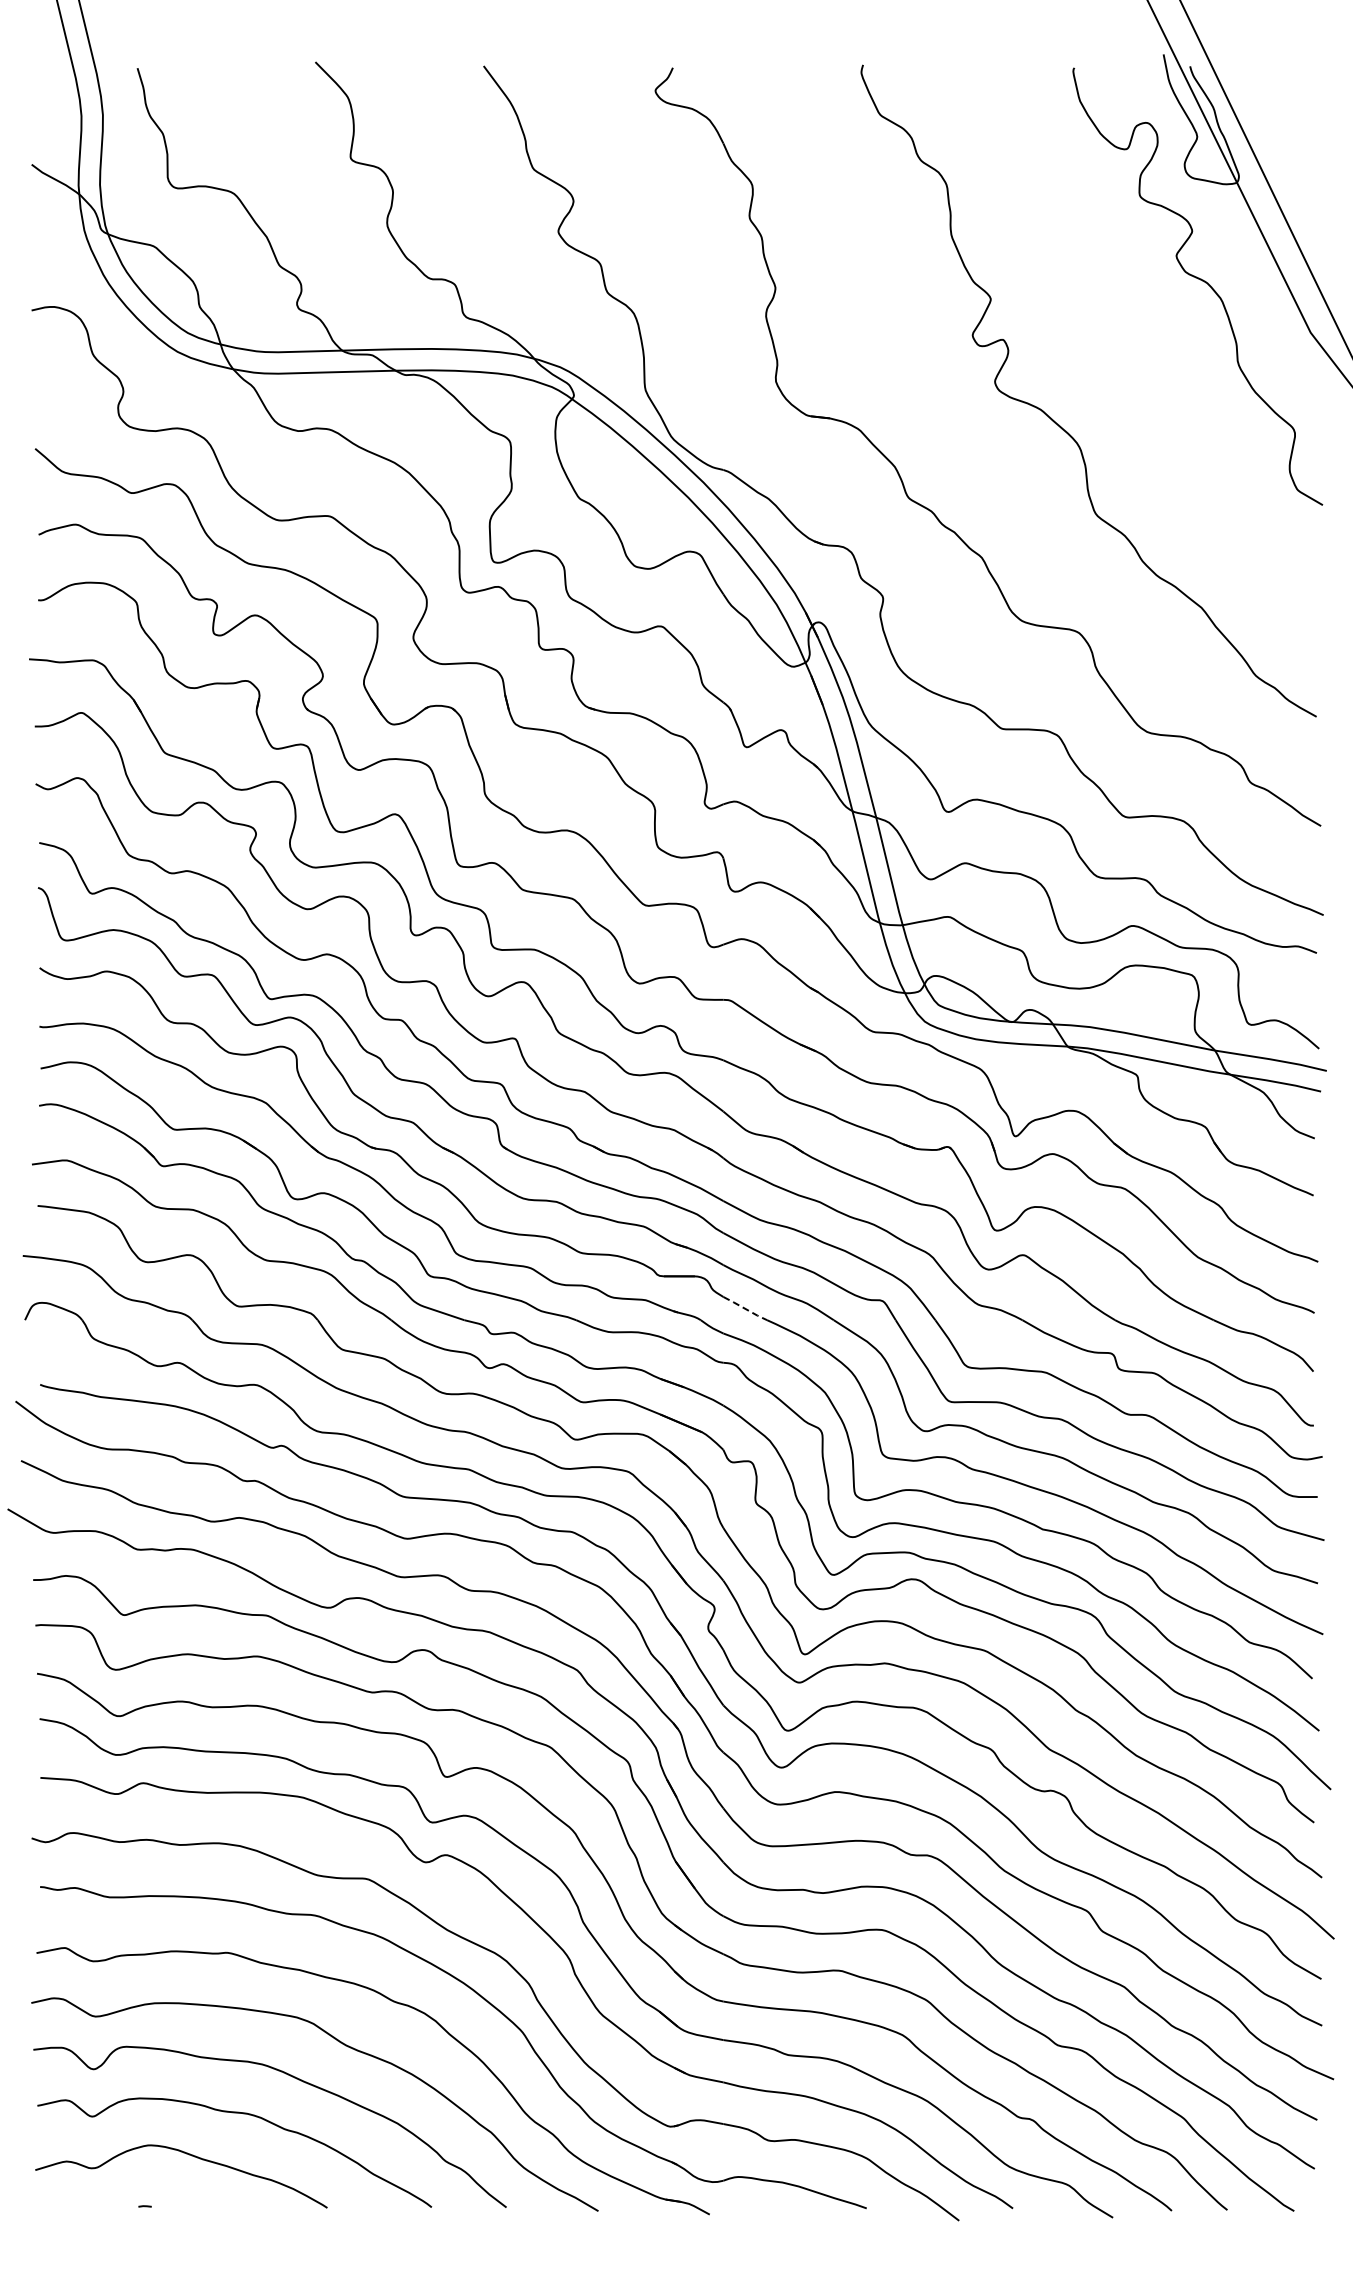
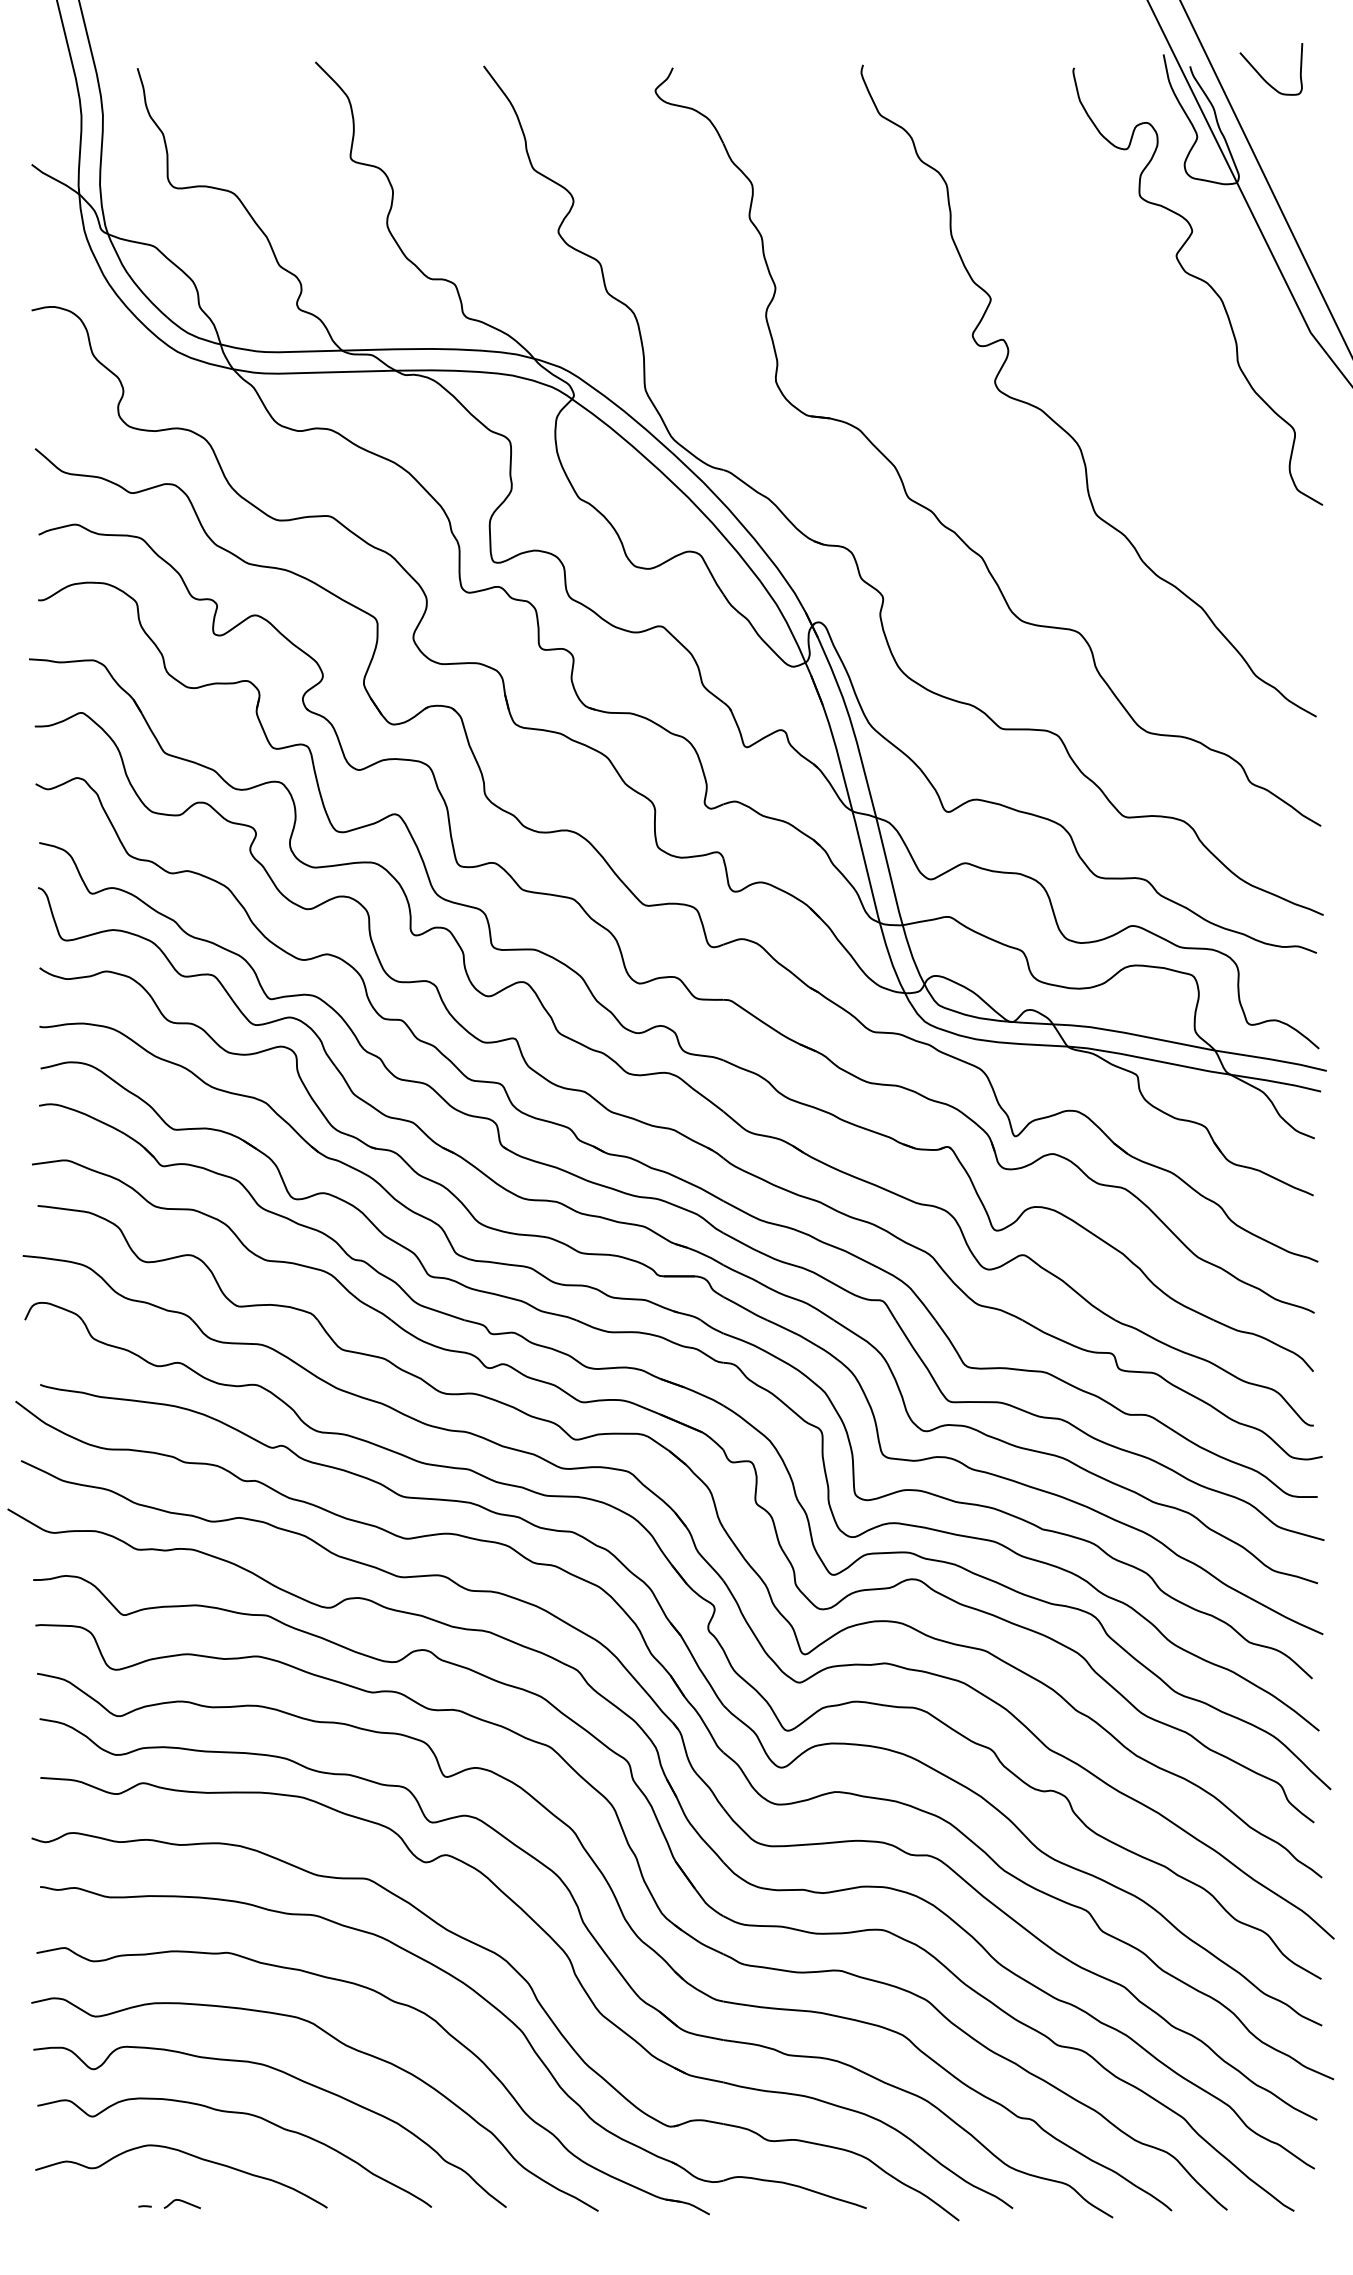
curve at (1263, 77): none -> present
line at (745, 1308): dashed -> solid
curve at (183, 2202): none -> present
